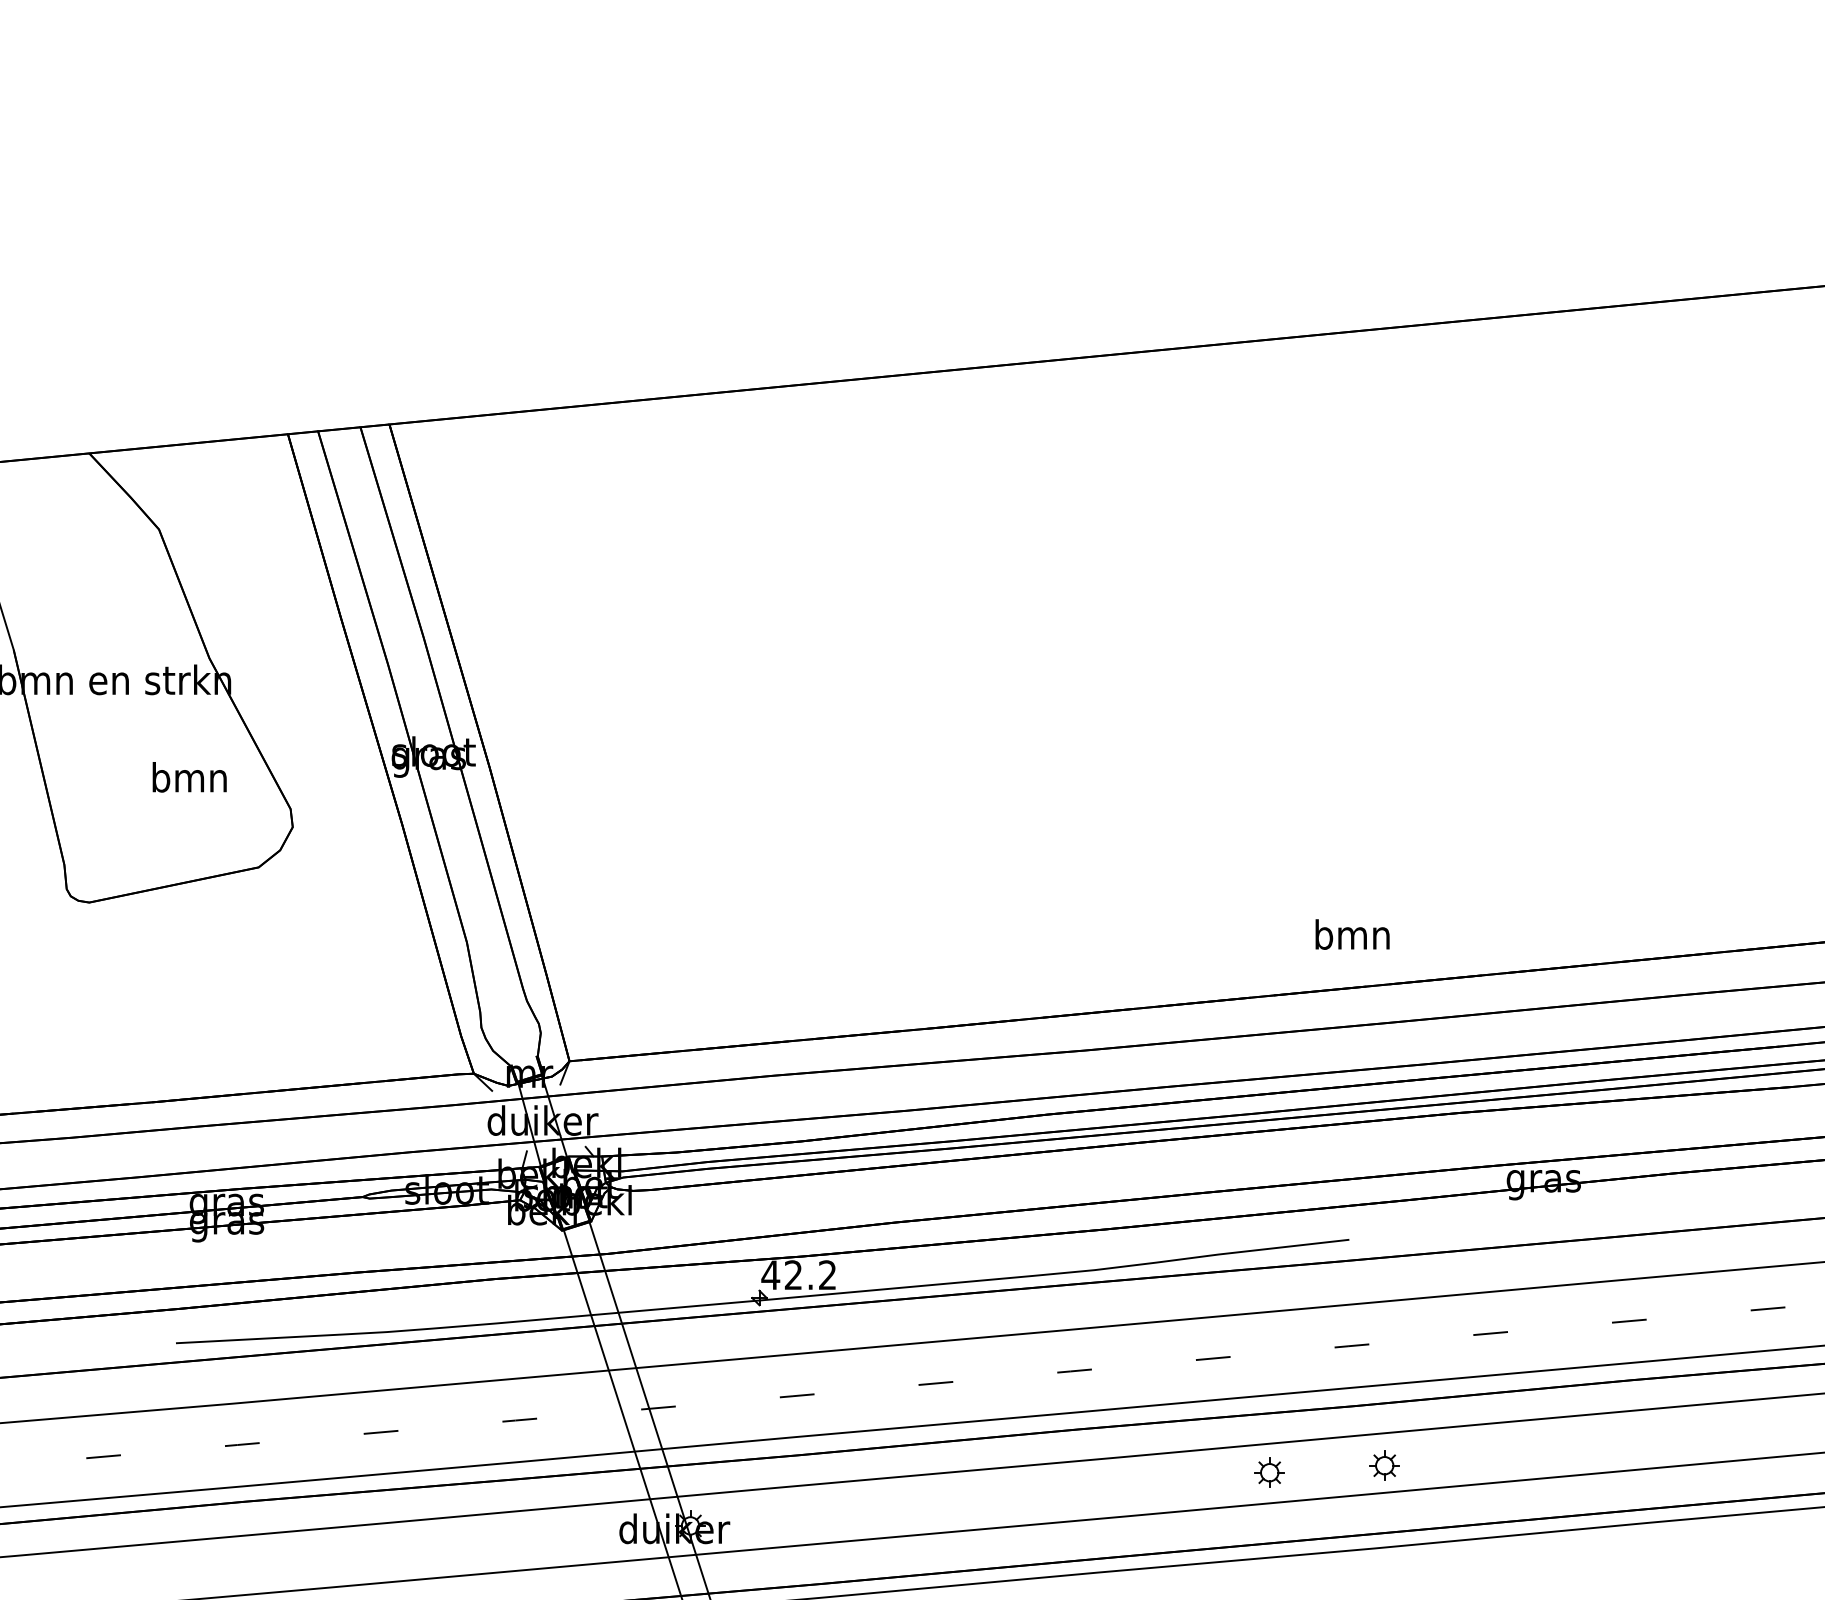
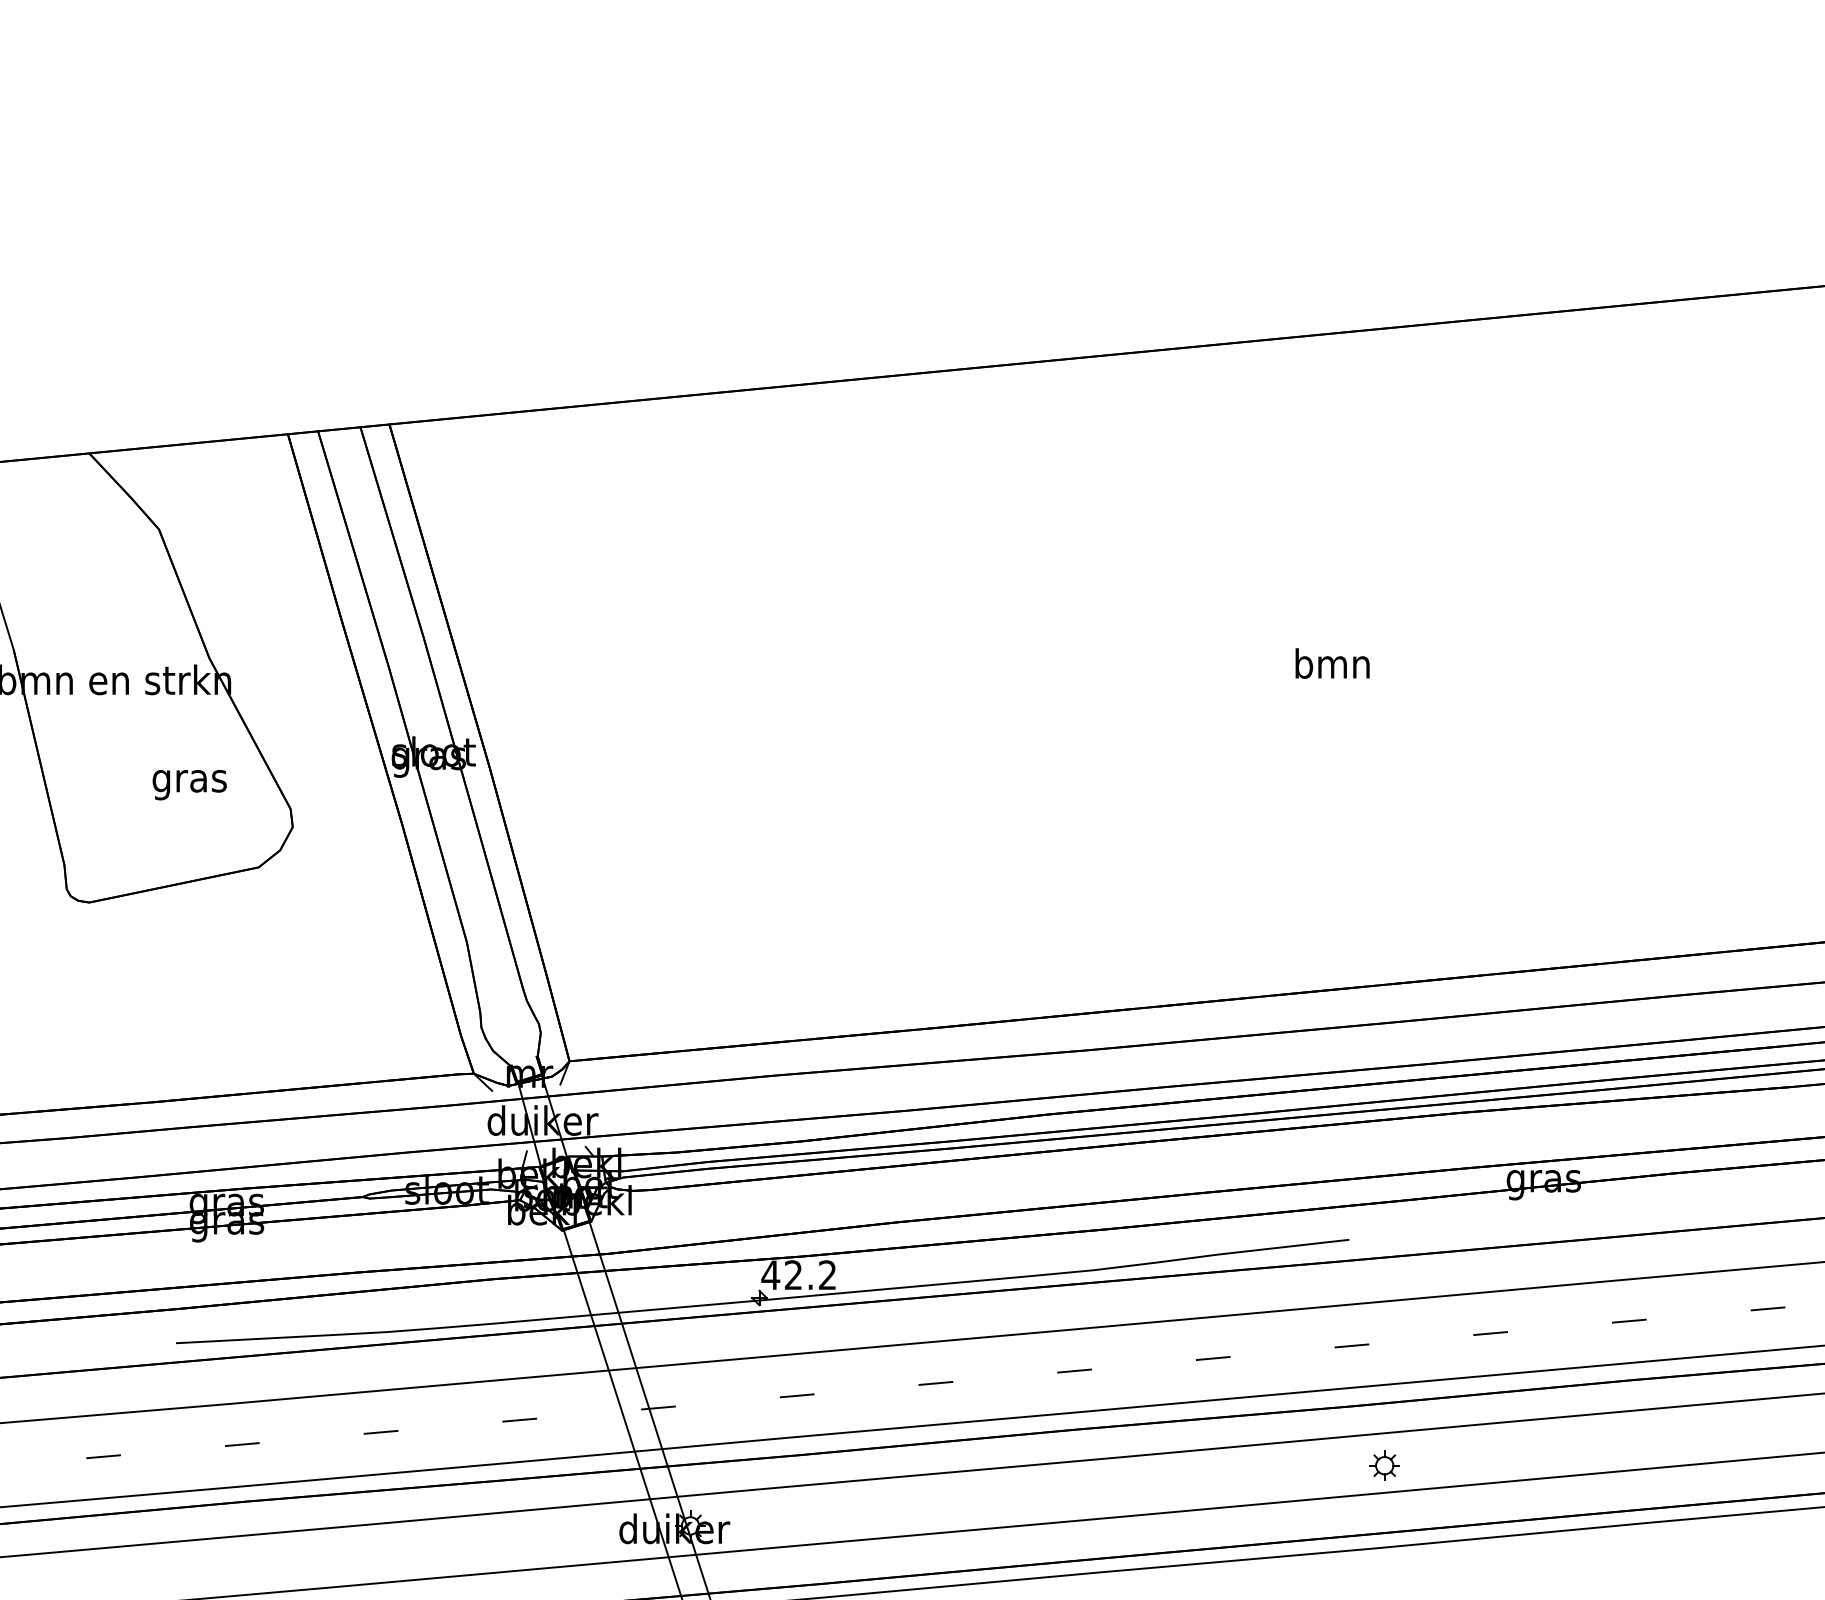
text at (189, 781): bmn -> gras
text at (1352, 934) position: (1352, 934) -> (1332, 663)
part at (1269, 1472): present -> none
